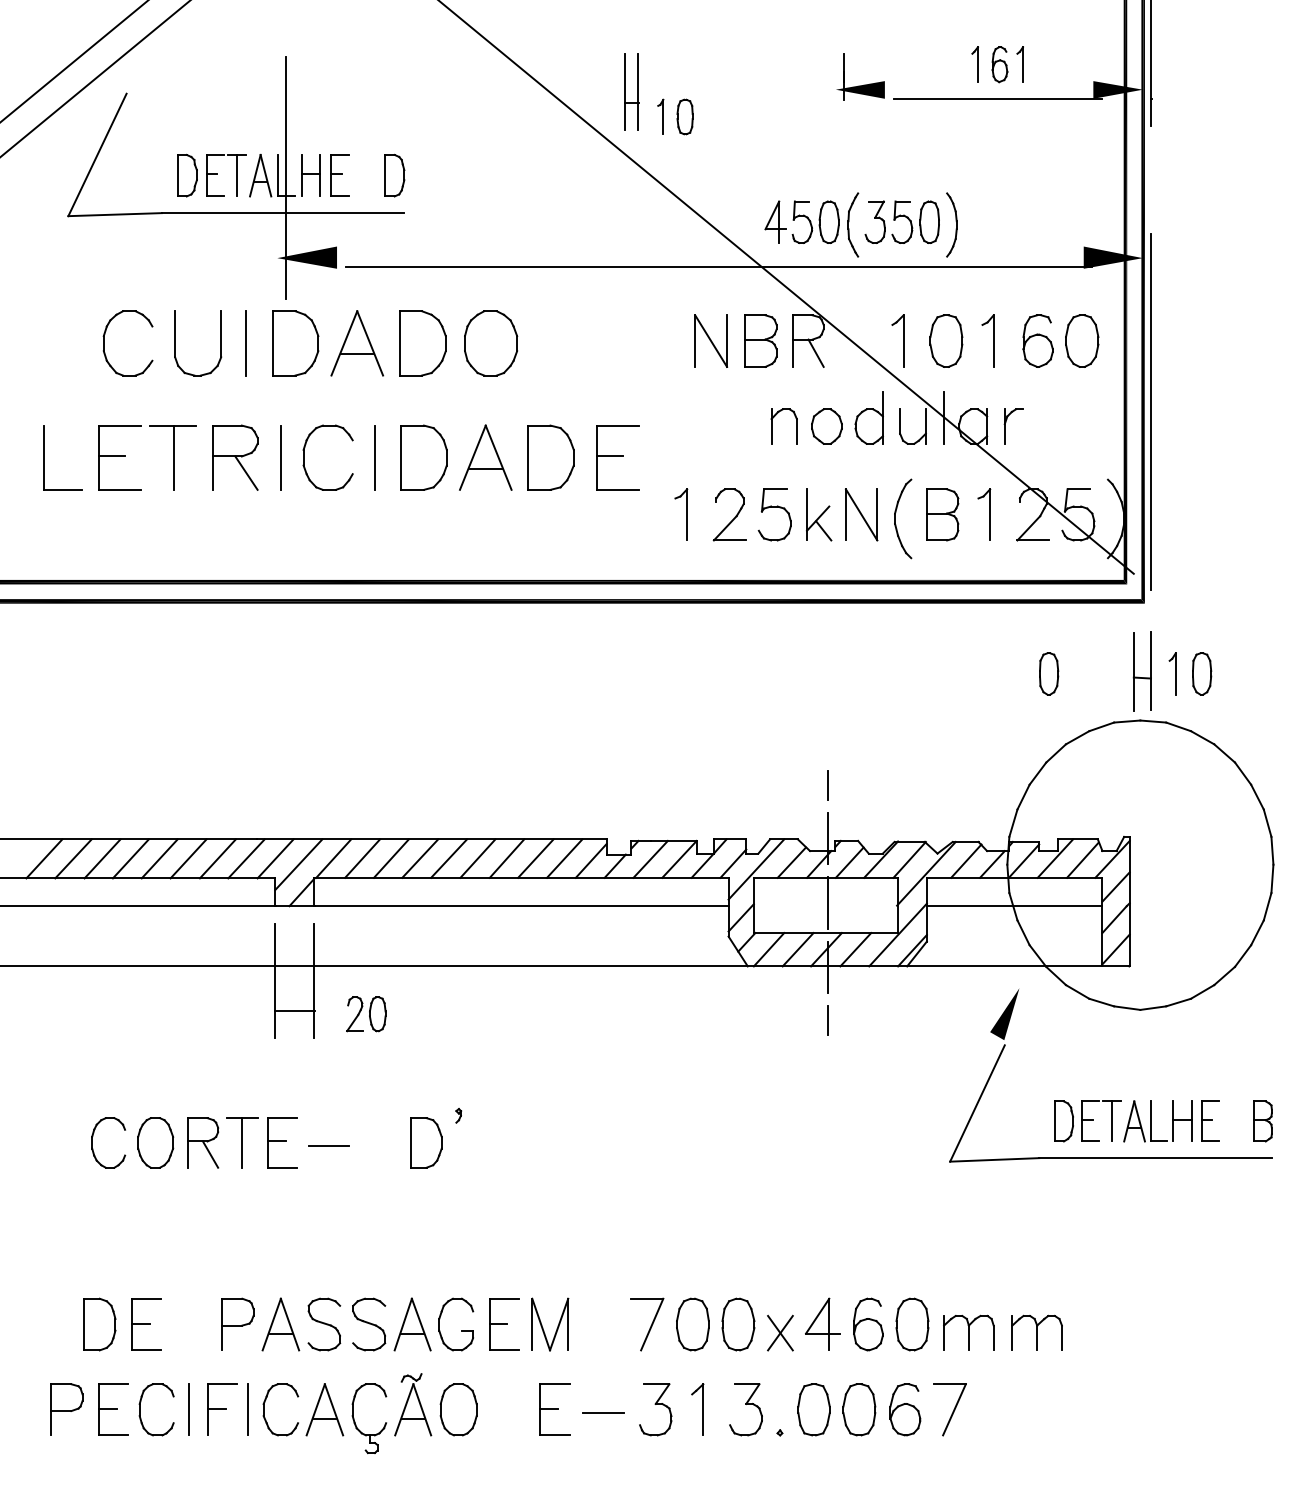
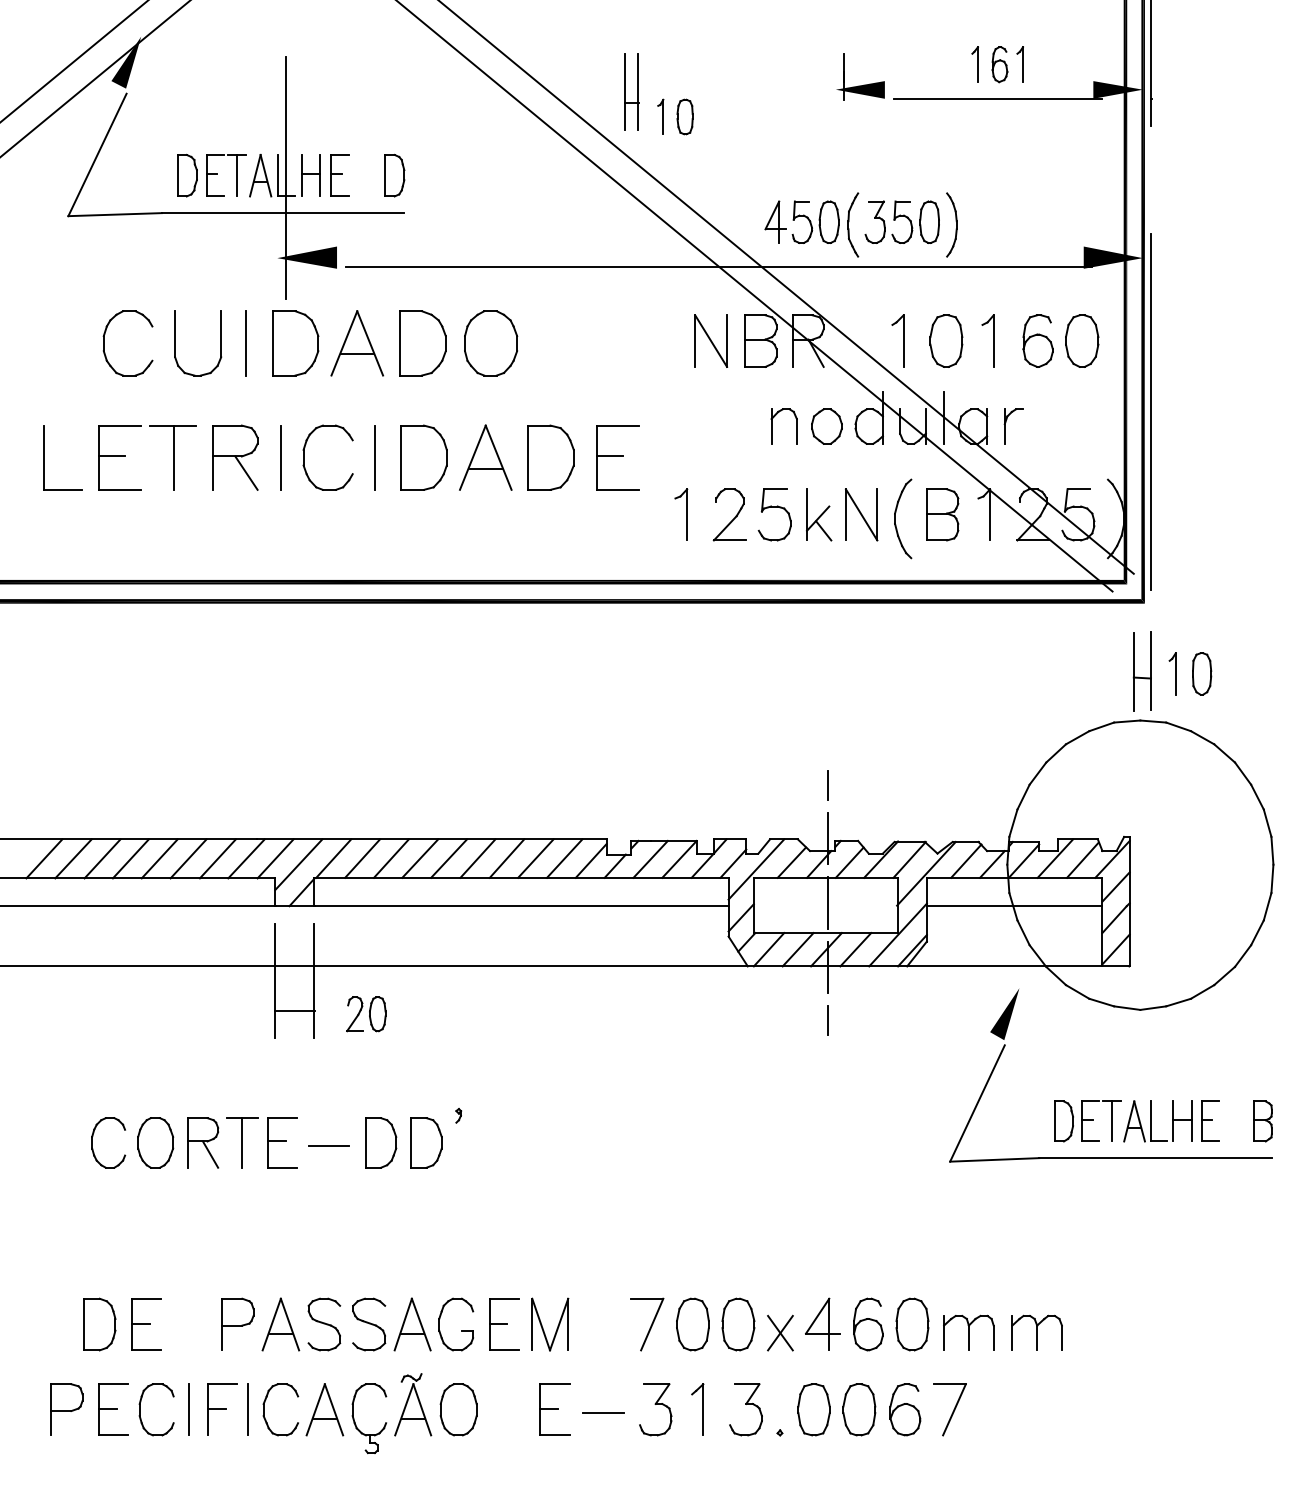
fill at (126, 62): none -> present
line at (755, 296): none -> present
part at (1049, 673): present -> none
part at (381, 1142): none -> present
